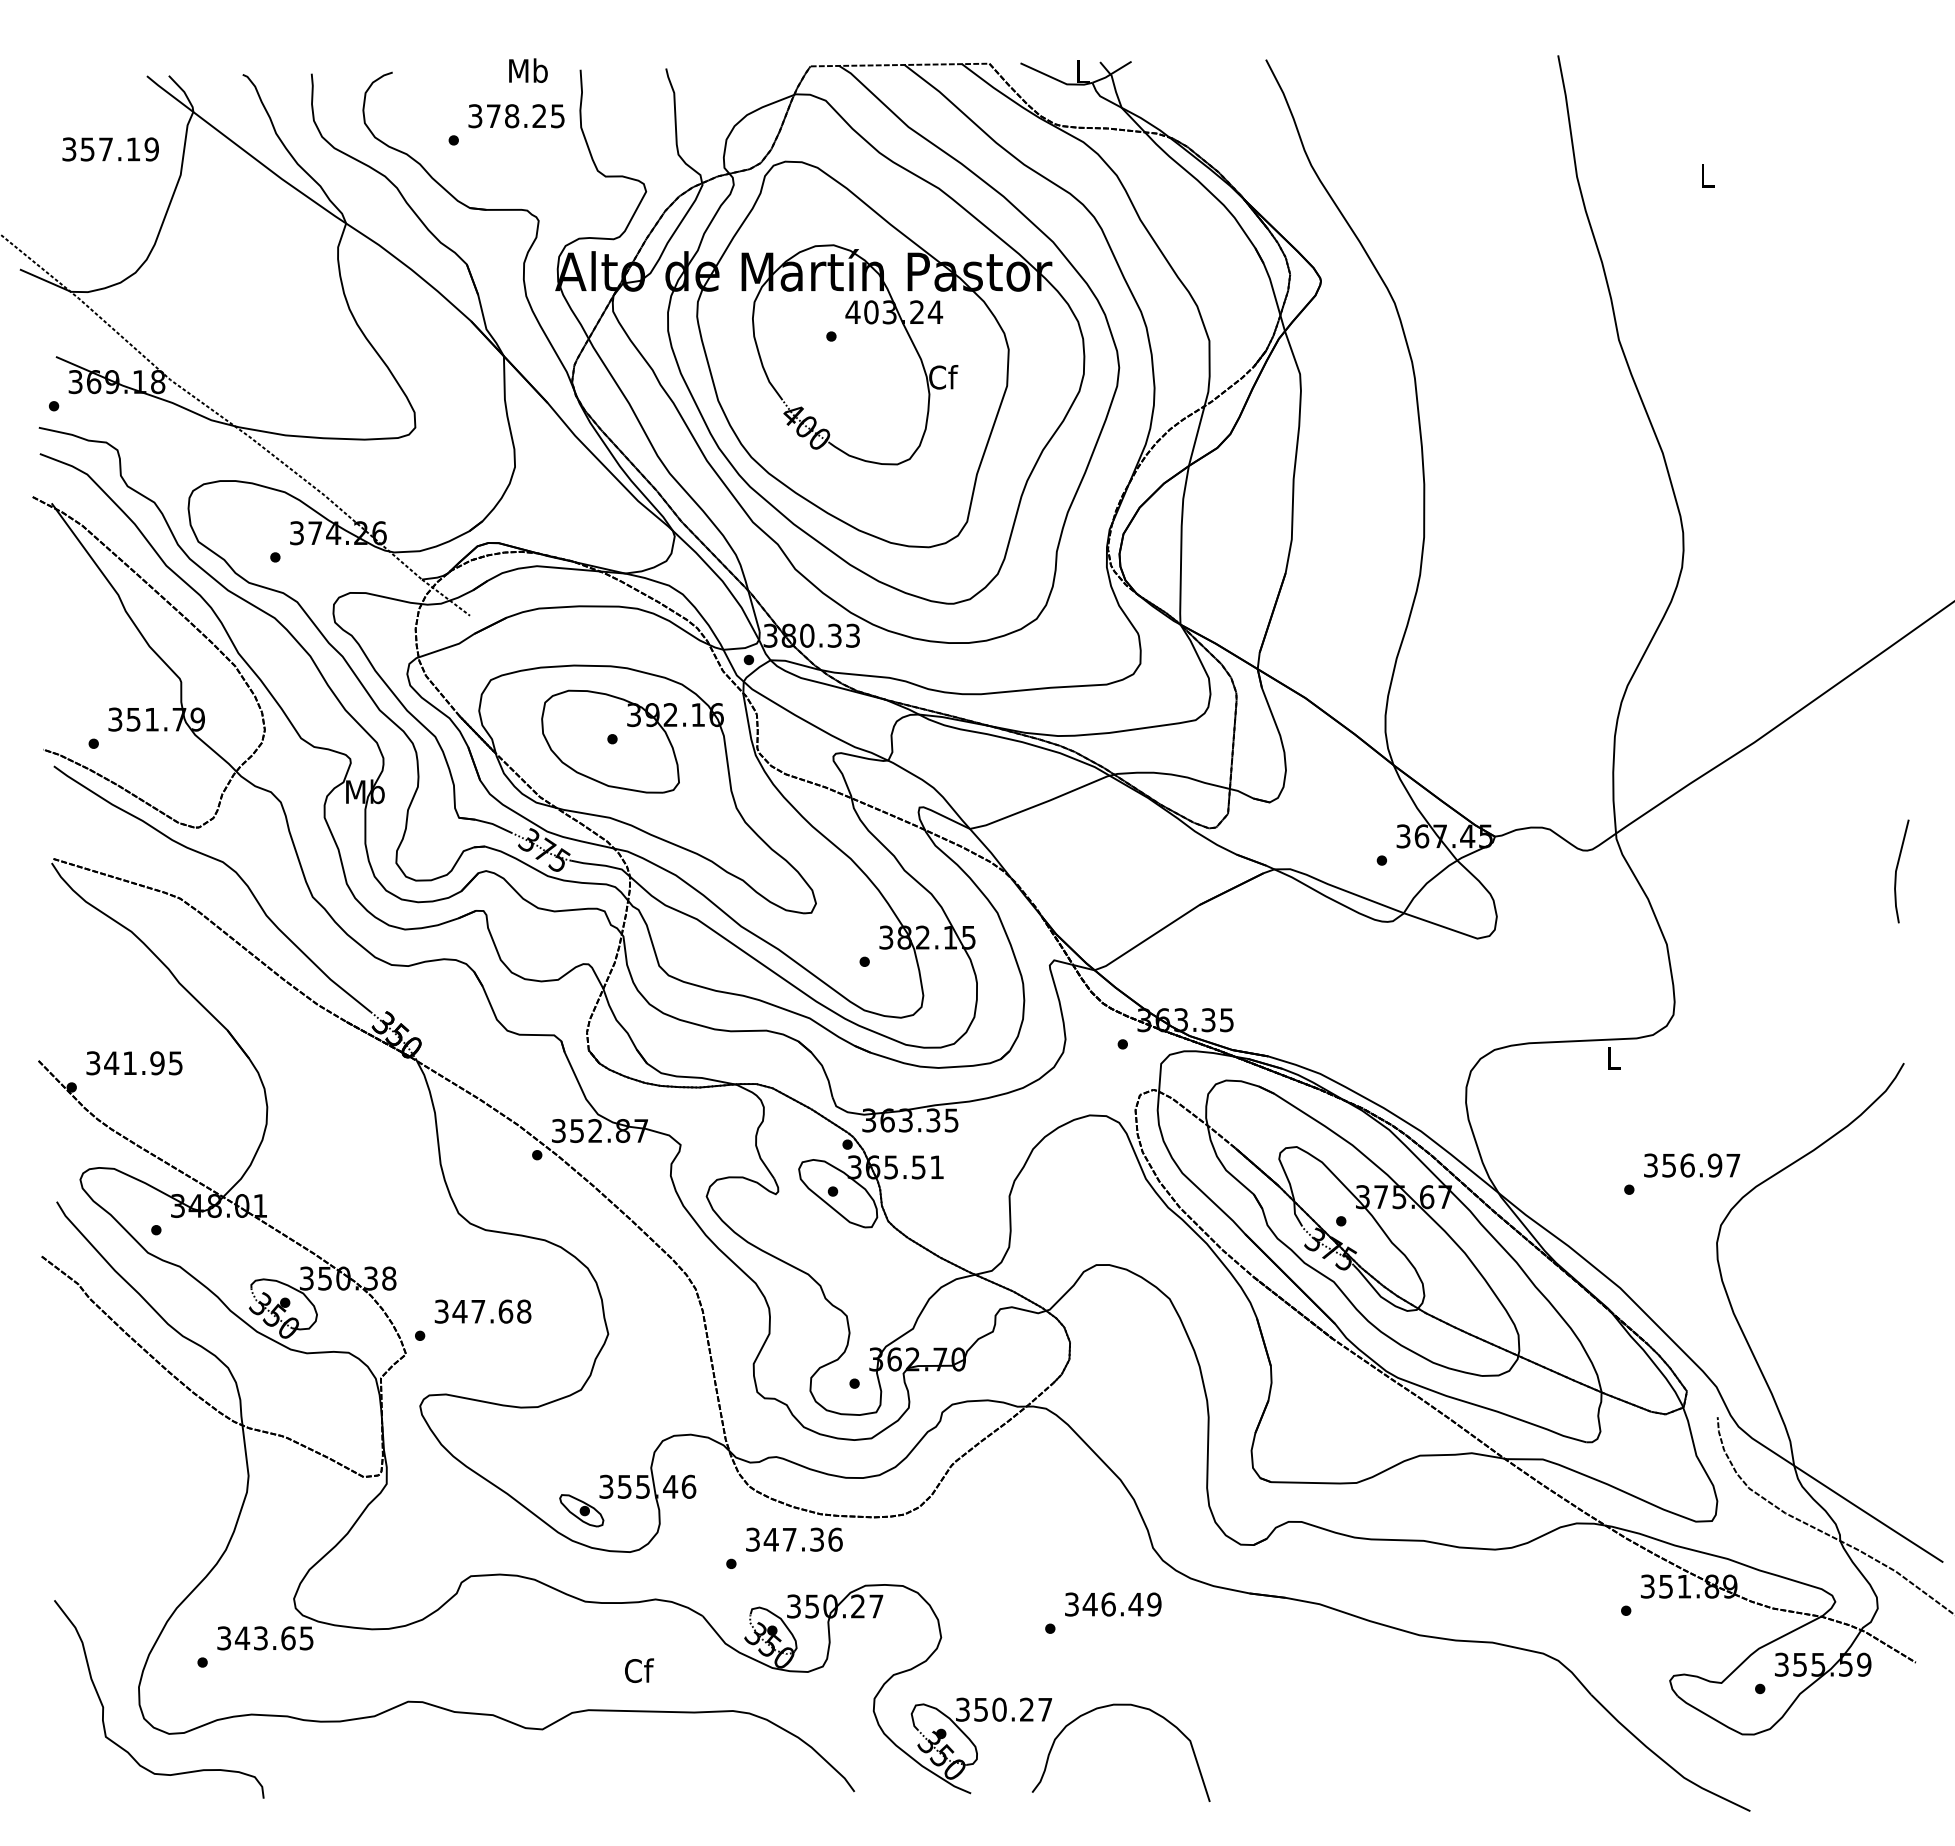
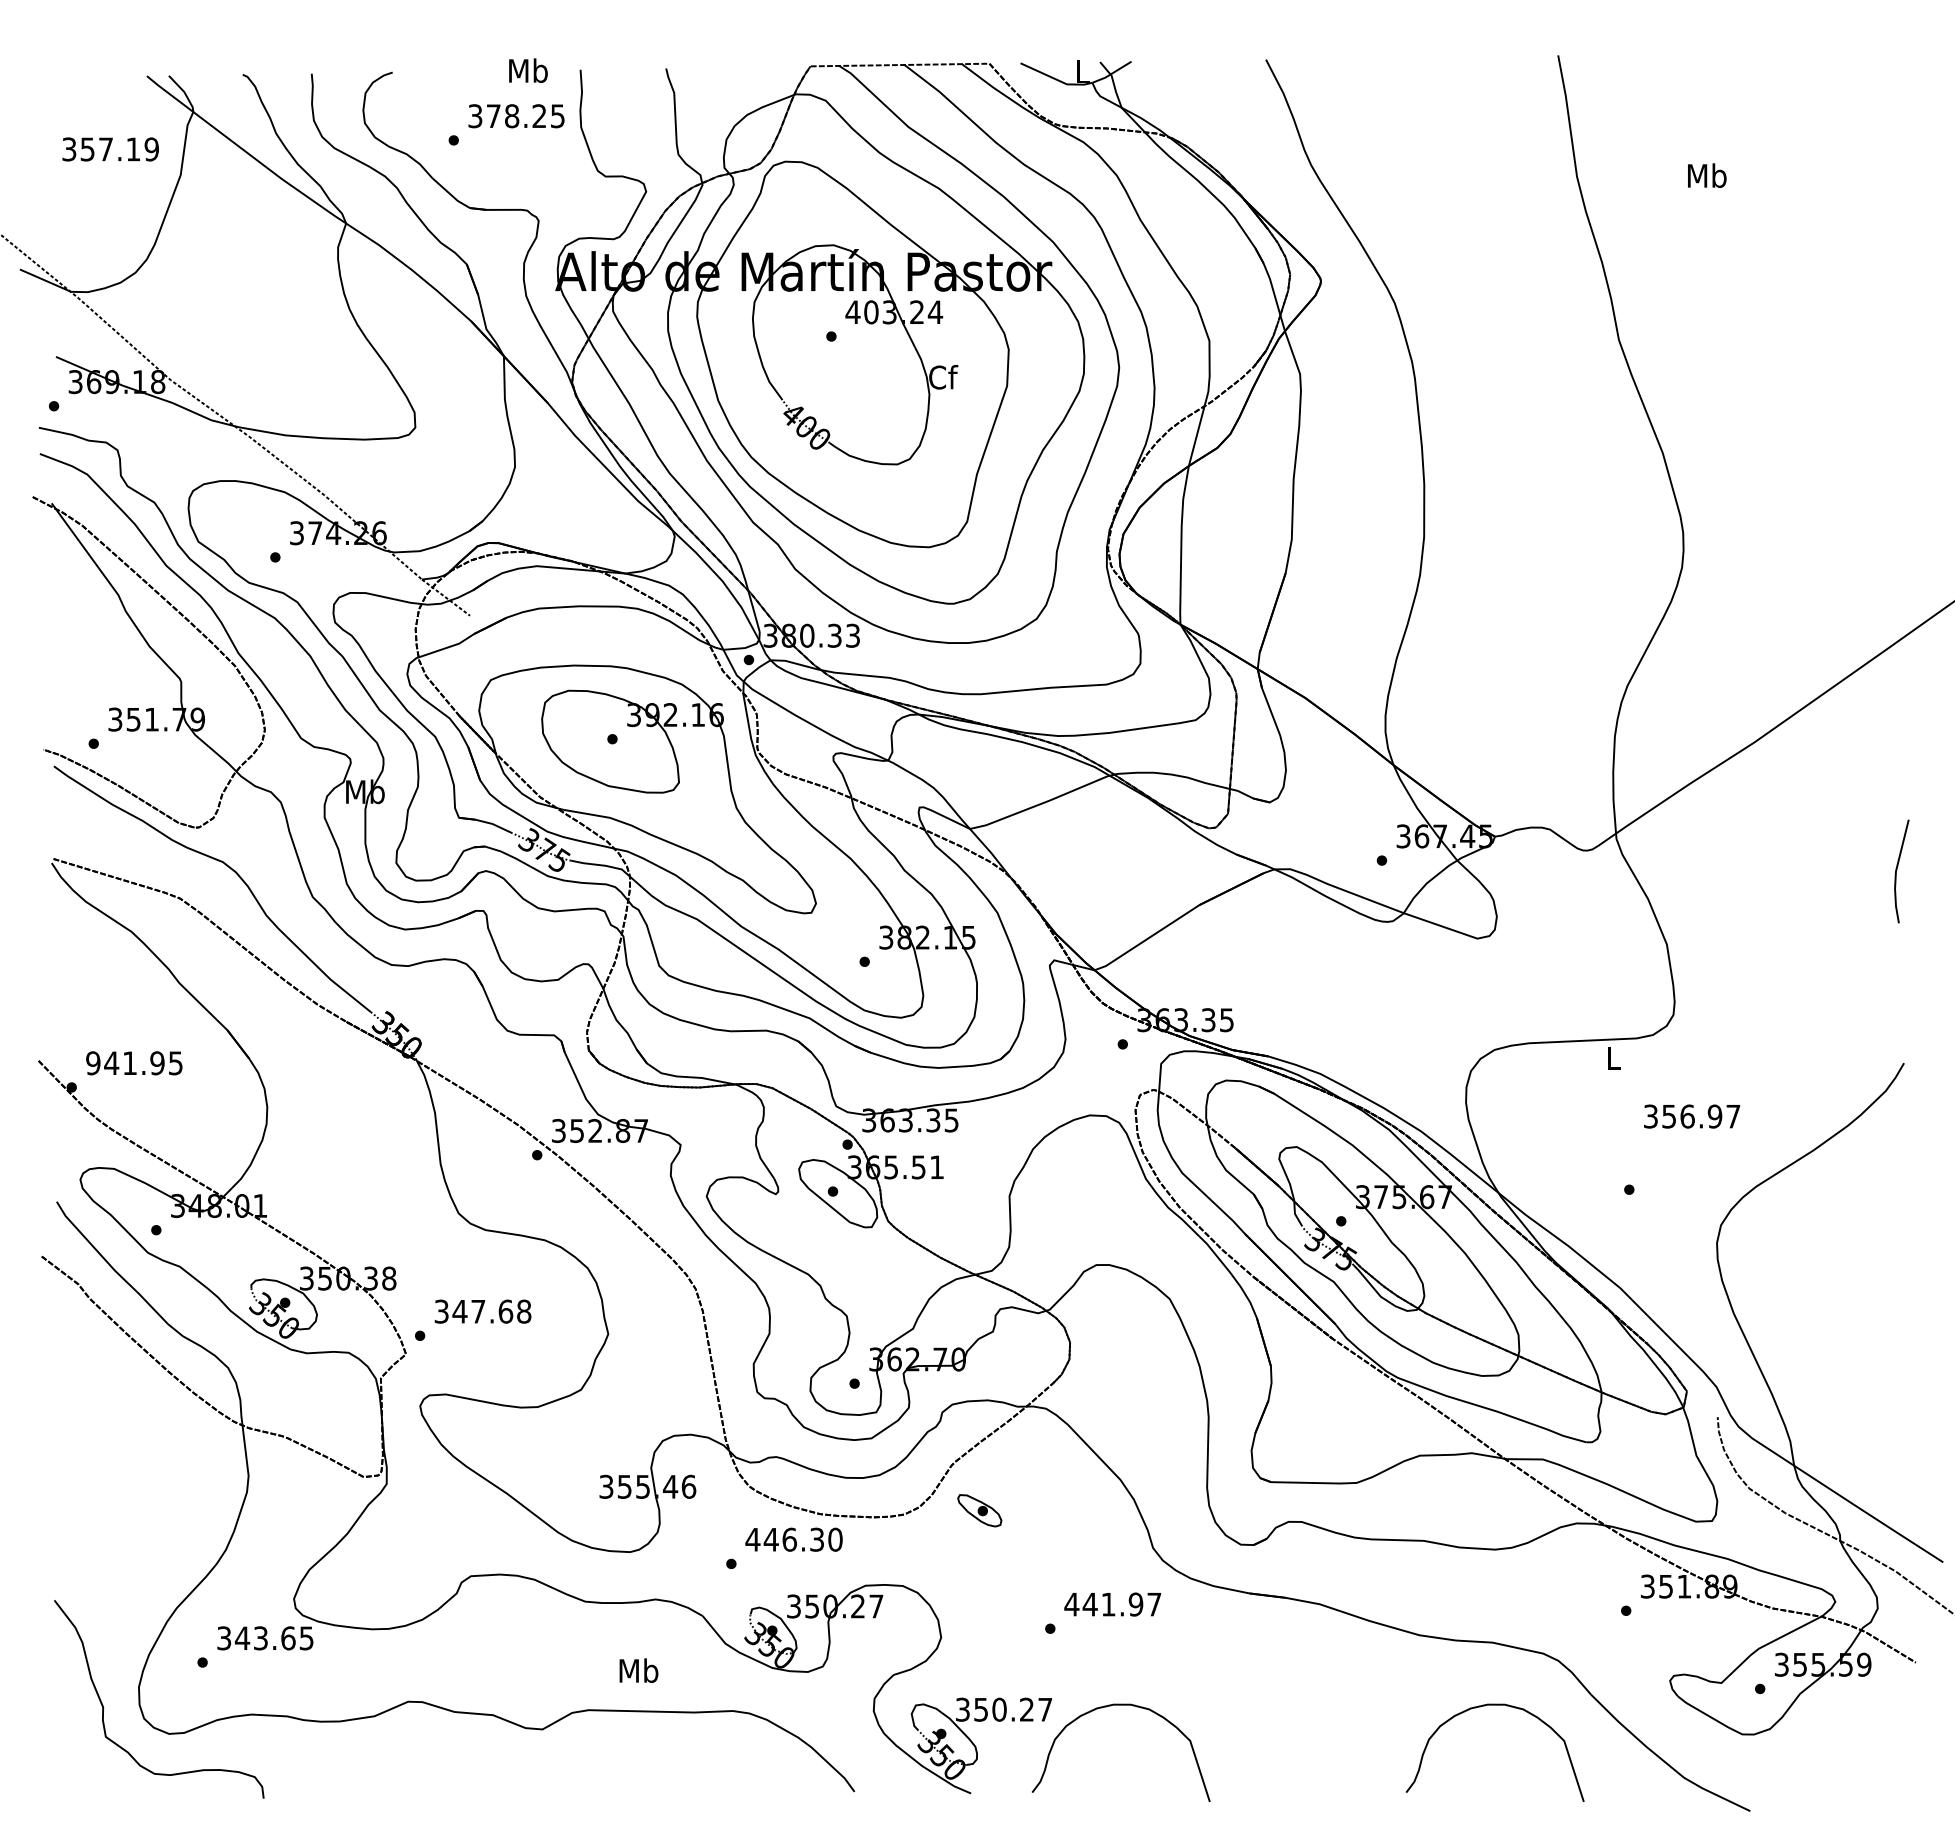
text at (1707, 175): L -> Mb
text at (93, 1063): 341.95 -> 941.95
text at (1692, 1165) position: (1692, 1165) -> (1692, 1116)
part at (581, 1510) position: (581, 1510) -> (979, 1510)
text at (793, 1539): 347.36 -> 446.30
text at (1112, 1604): 346.49 -> 441.97
text at (638, 1670): Cf -> Mb
curve at (1495, 1705): none -> present
